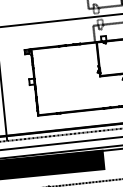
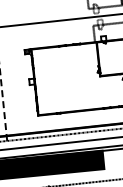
line at (3, 105): solid -> dashed
